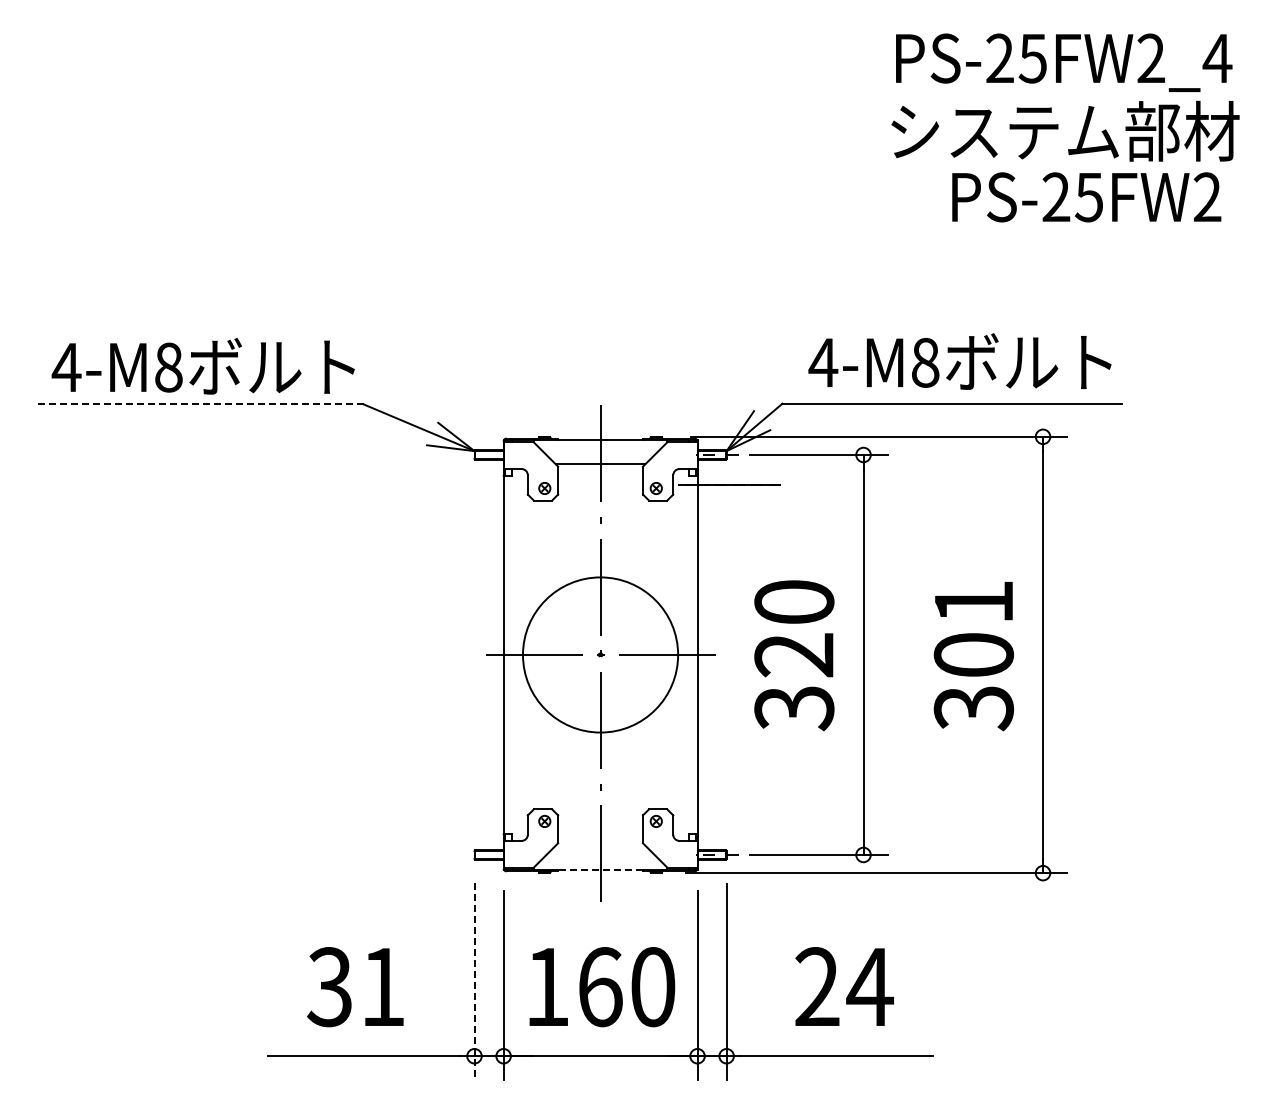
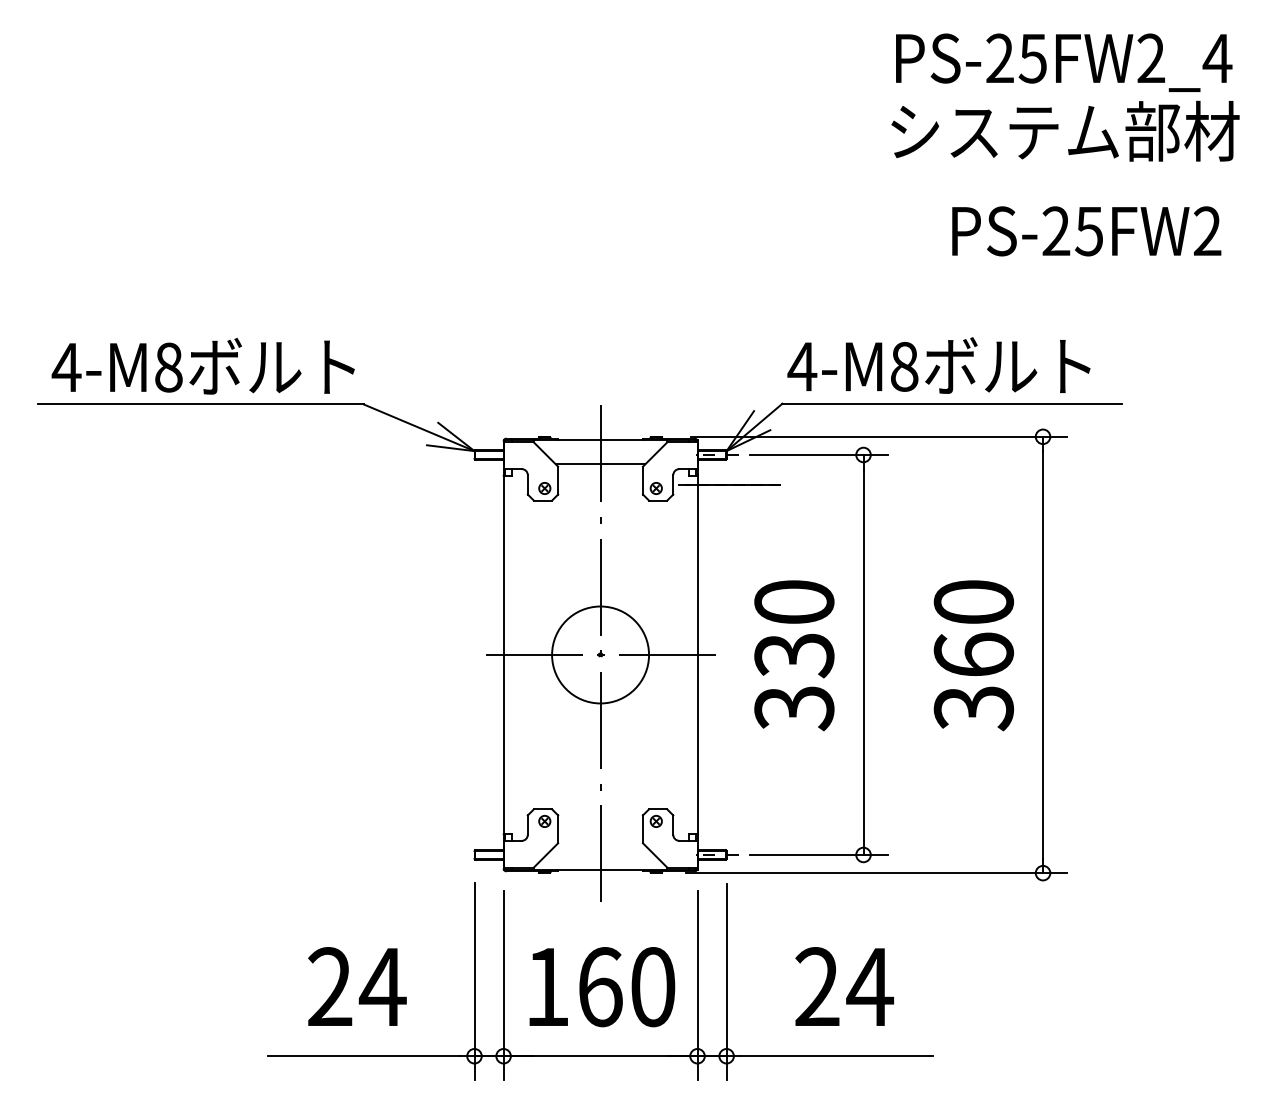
text at (1086, 197) position: (1086, 197) -> (1086, 231)
text at (959, 361) position: (959, 361) -> (938, 365)
line at (201, 404): dashed -> solid
text at (973, 628): 301 -> 360
circle at (600, 654) diameter: 155 px -> 97 px
text at (794, 655): 320 -> 330
line at (600, 869): dashed -> solid
line at (474, 981): dashed -> solid
text at (356, 987): 31 -> 24
